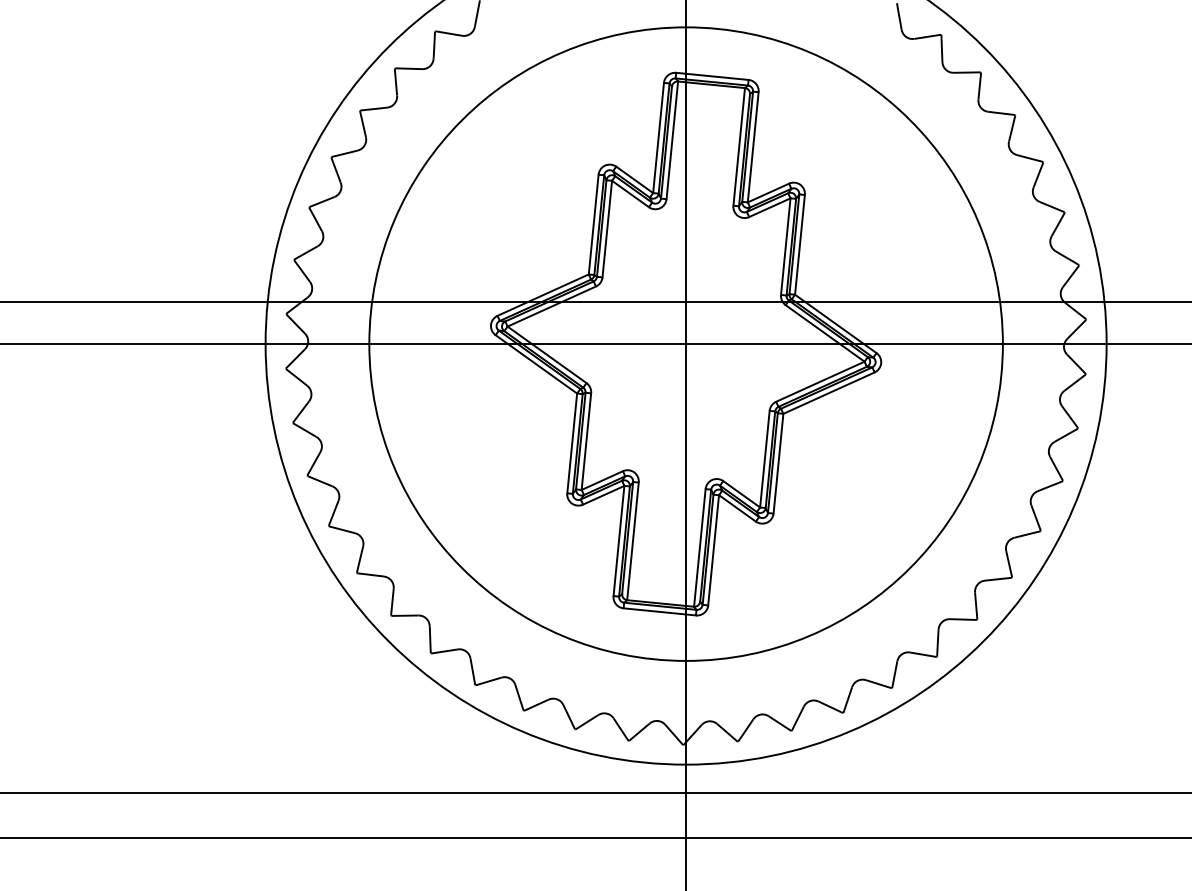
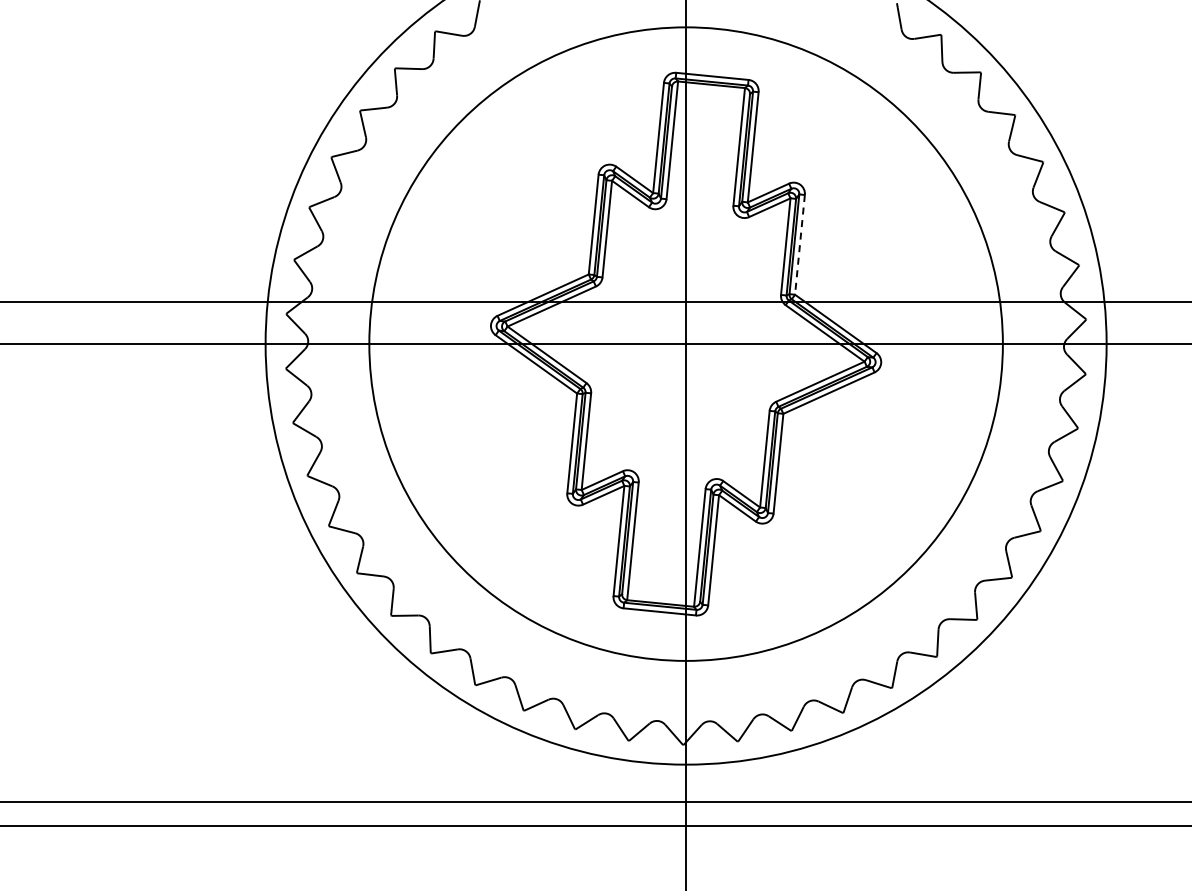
line at (799, 245): solid -> dashed
line at (595, 792) position: (595, 792) -> (595, 825)
line at (595, 837) position: (595, 837) -> (595, 801)
